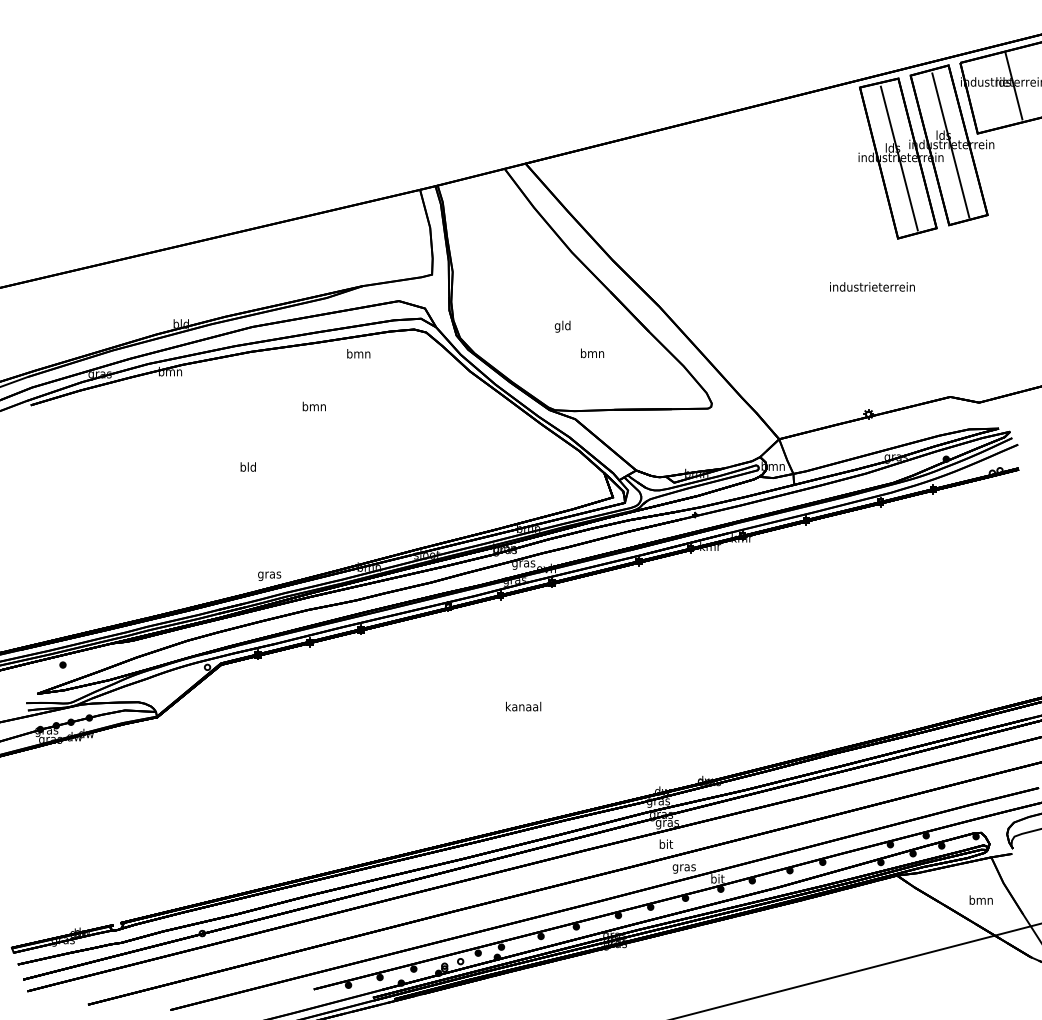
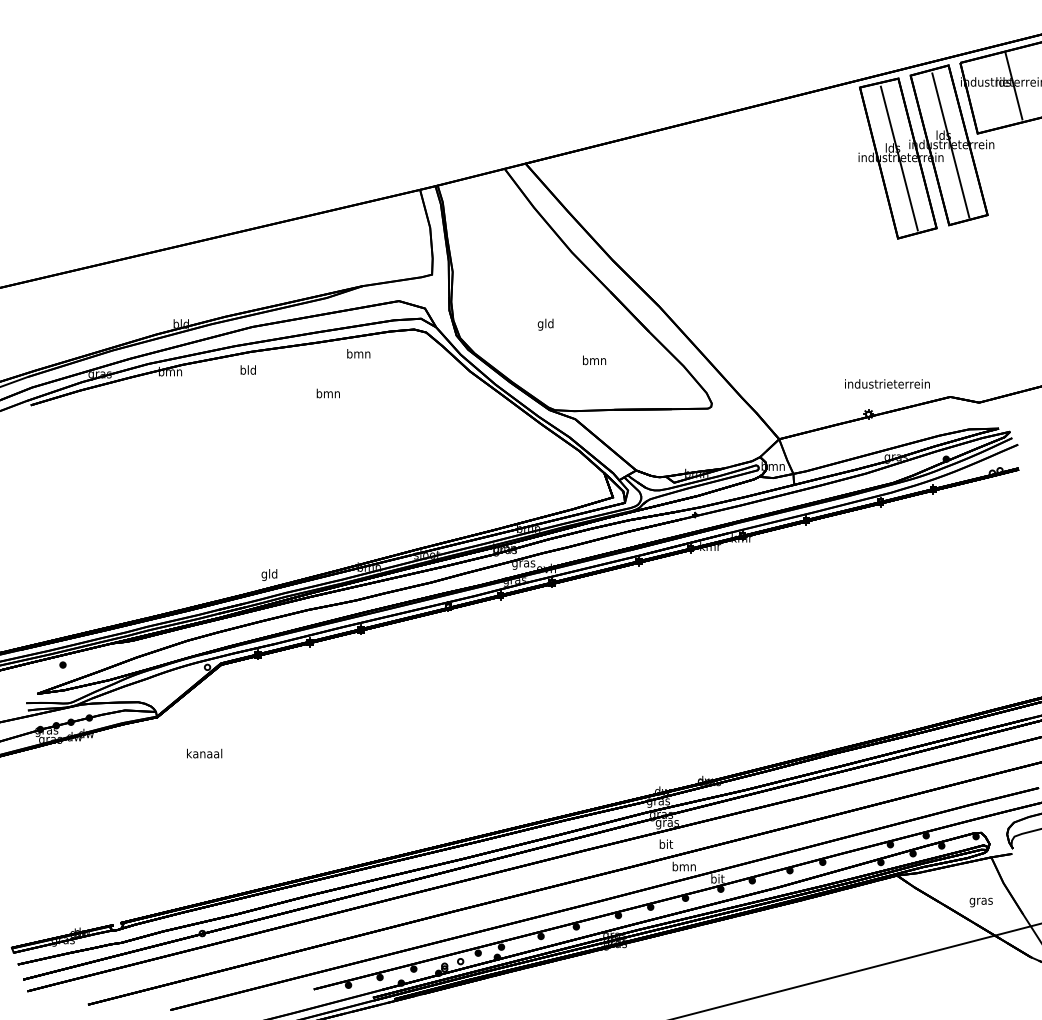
text at (872, 286) position: (872, 286) -> (887, 383)
text at (562, 326) position: (562, 326) -> (545, 324)
text at (592, 353) position: (592, 353) -> (594, 360)
text at (313, 406) position: (313, 406) -> (327, 393)
text at (247, 466) position: (247, 466) -> (247, 369)
text at (269, 574): gras -> gld
text at (523, 706) position: (523, 706) -> (204, 753)
text at (683, 867): gras -> bmn
text at (980, 901): bmn -> gras
